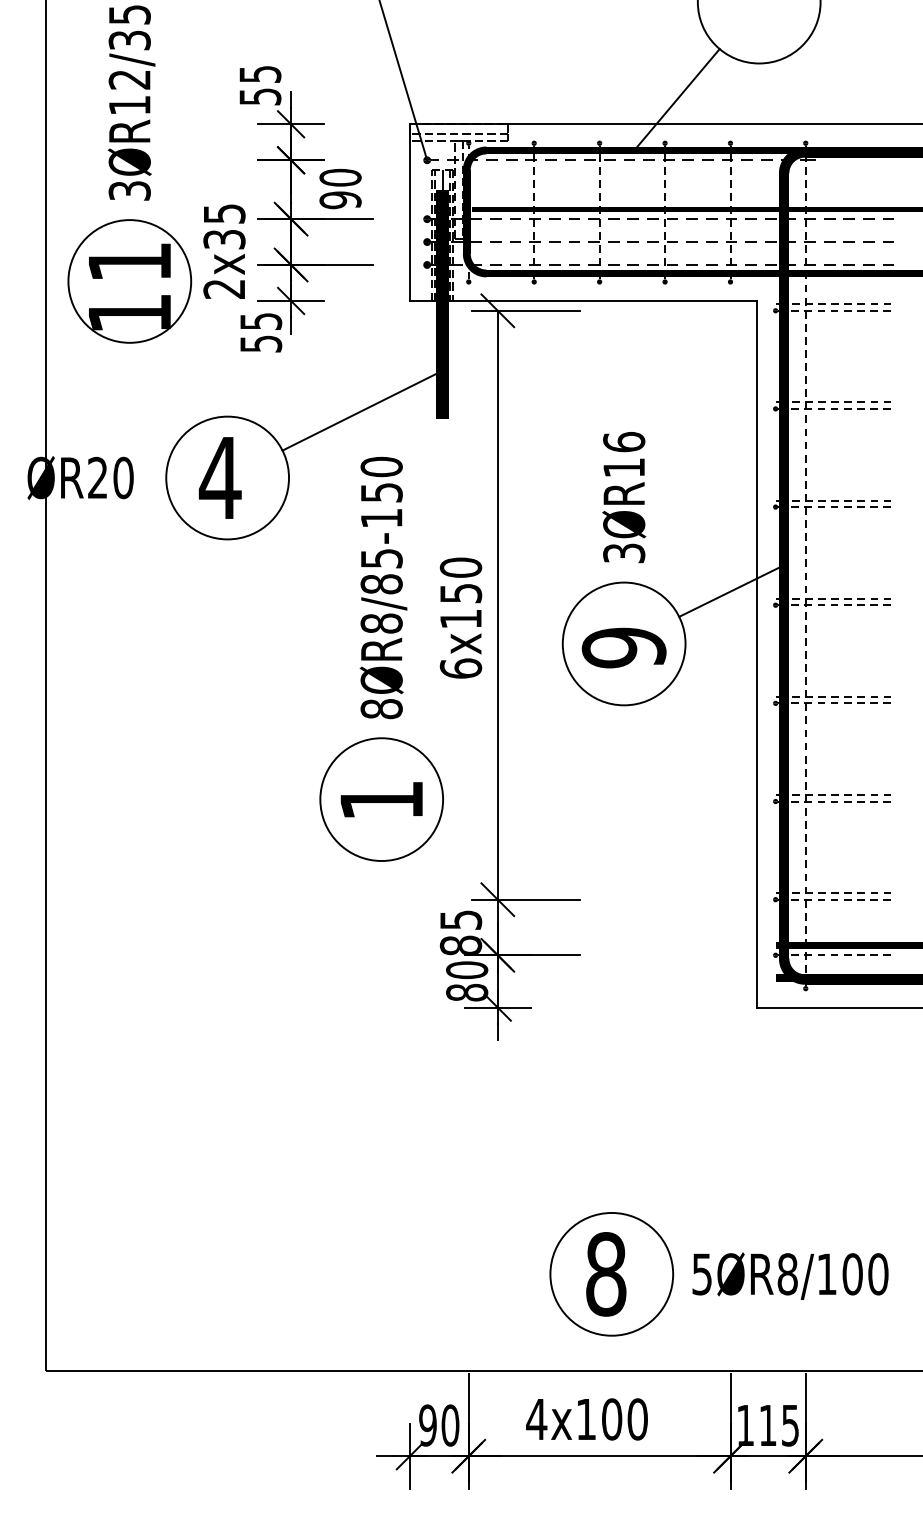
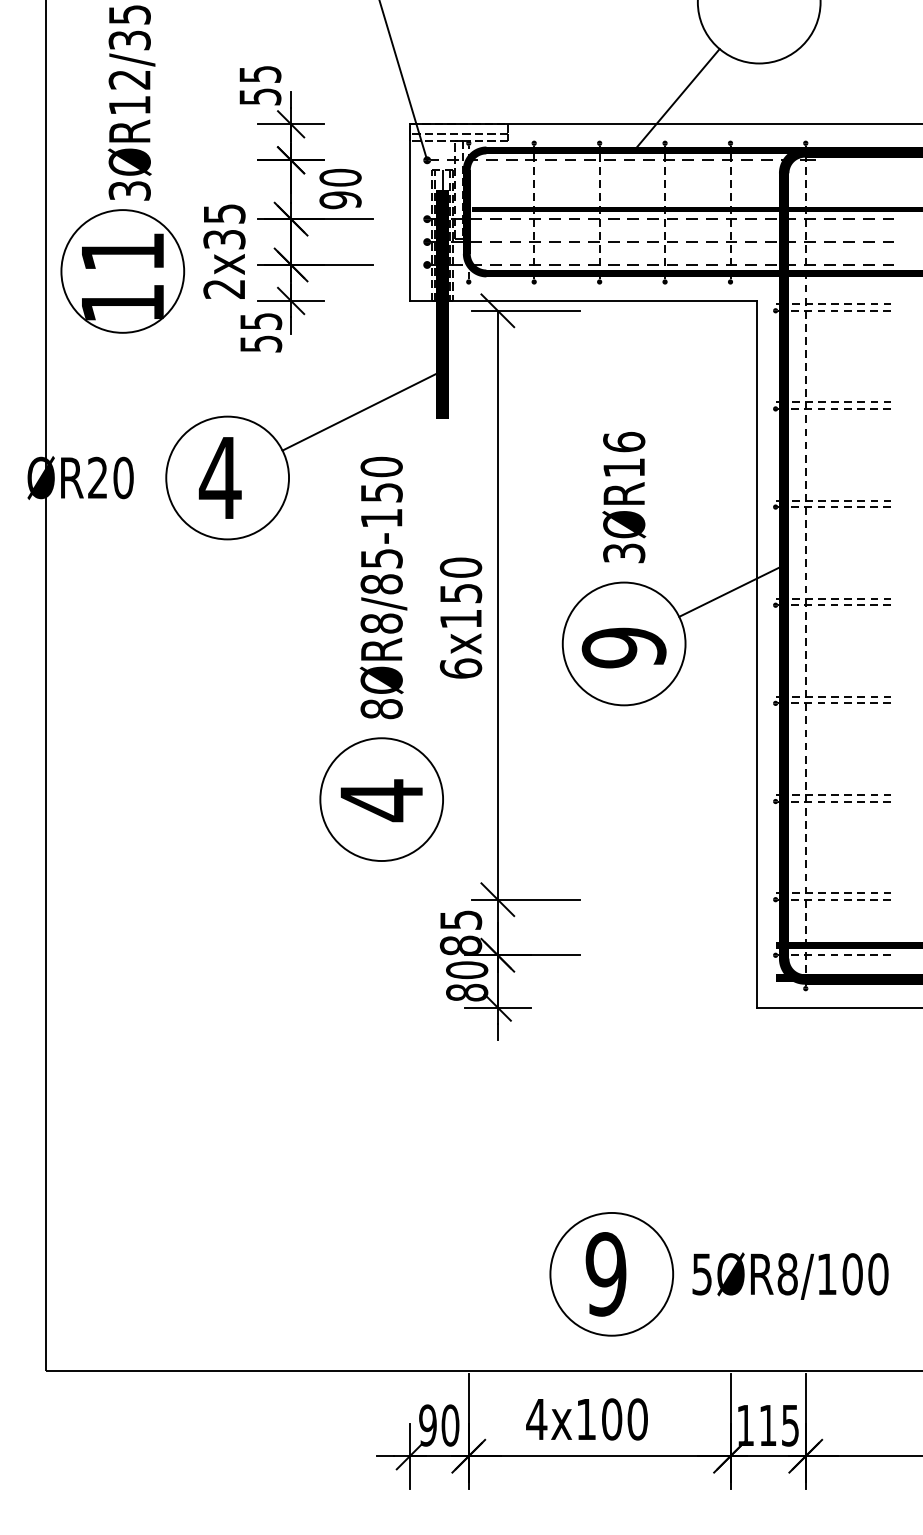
part at (129, 281) position: (129, 281) -> (122, 271)
text at (381, 800): 1 -> 4
text at (605, 1274): 8 -> 9
